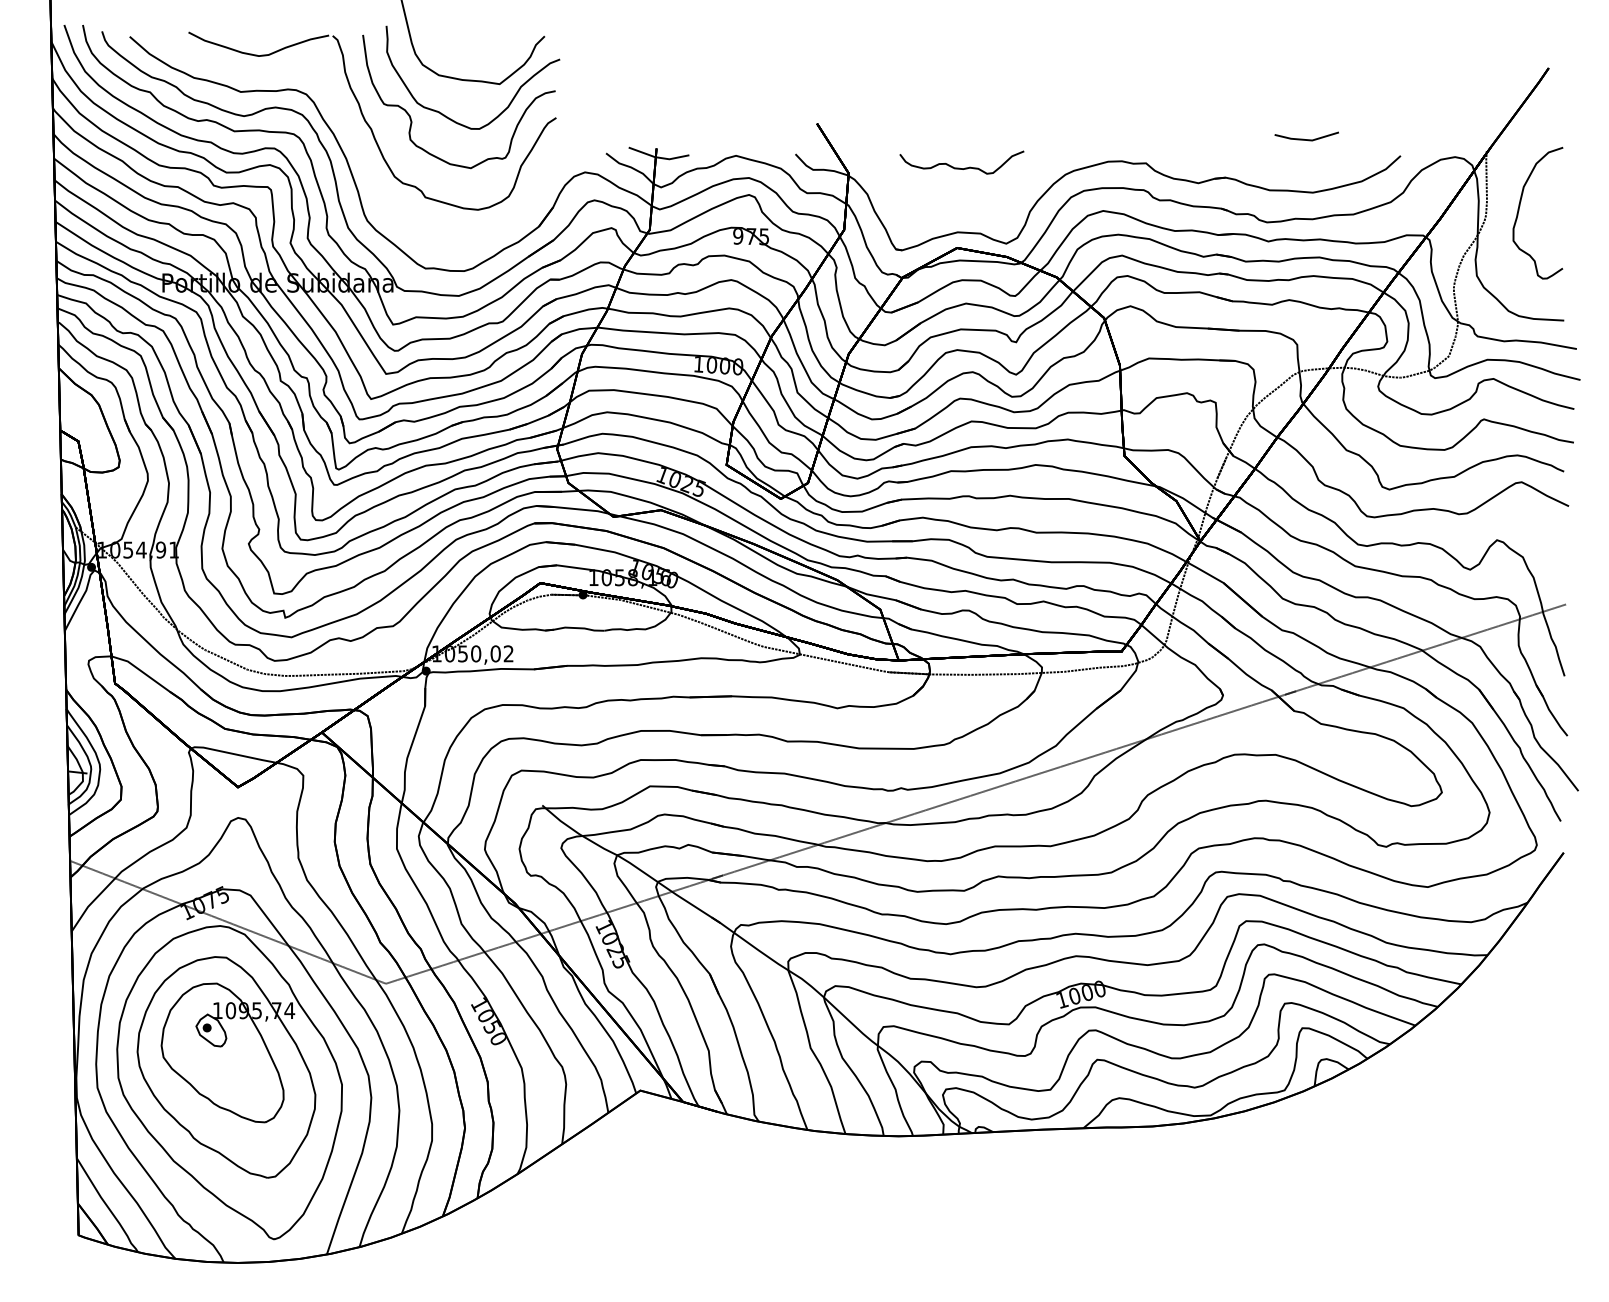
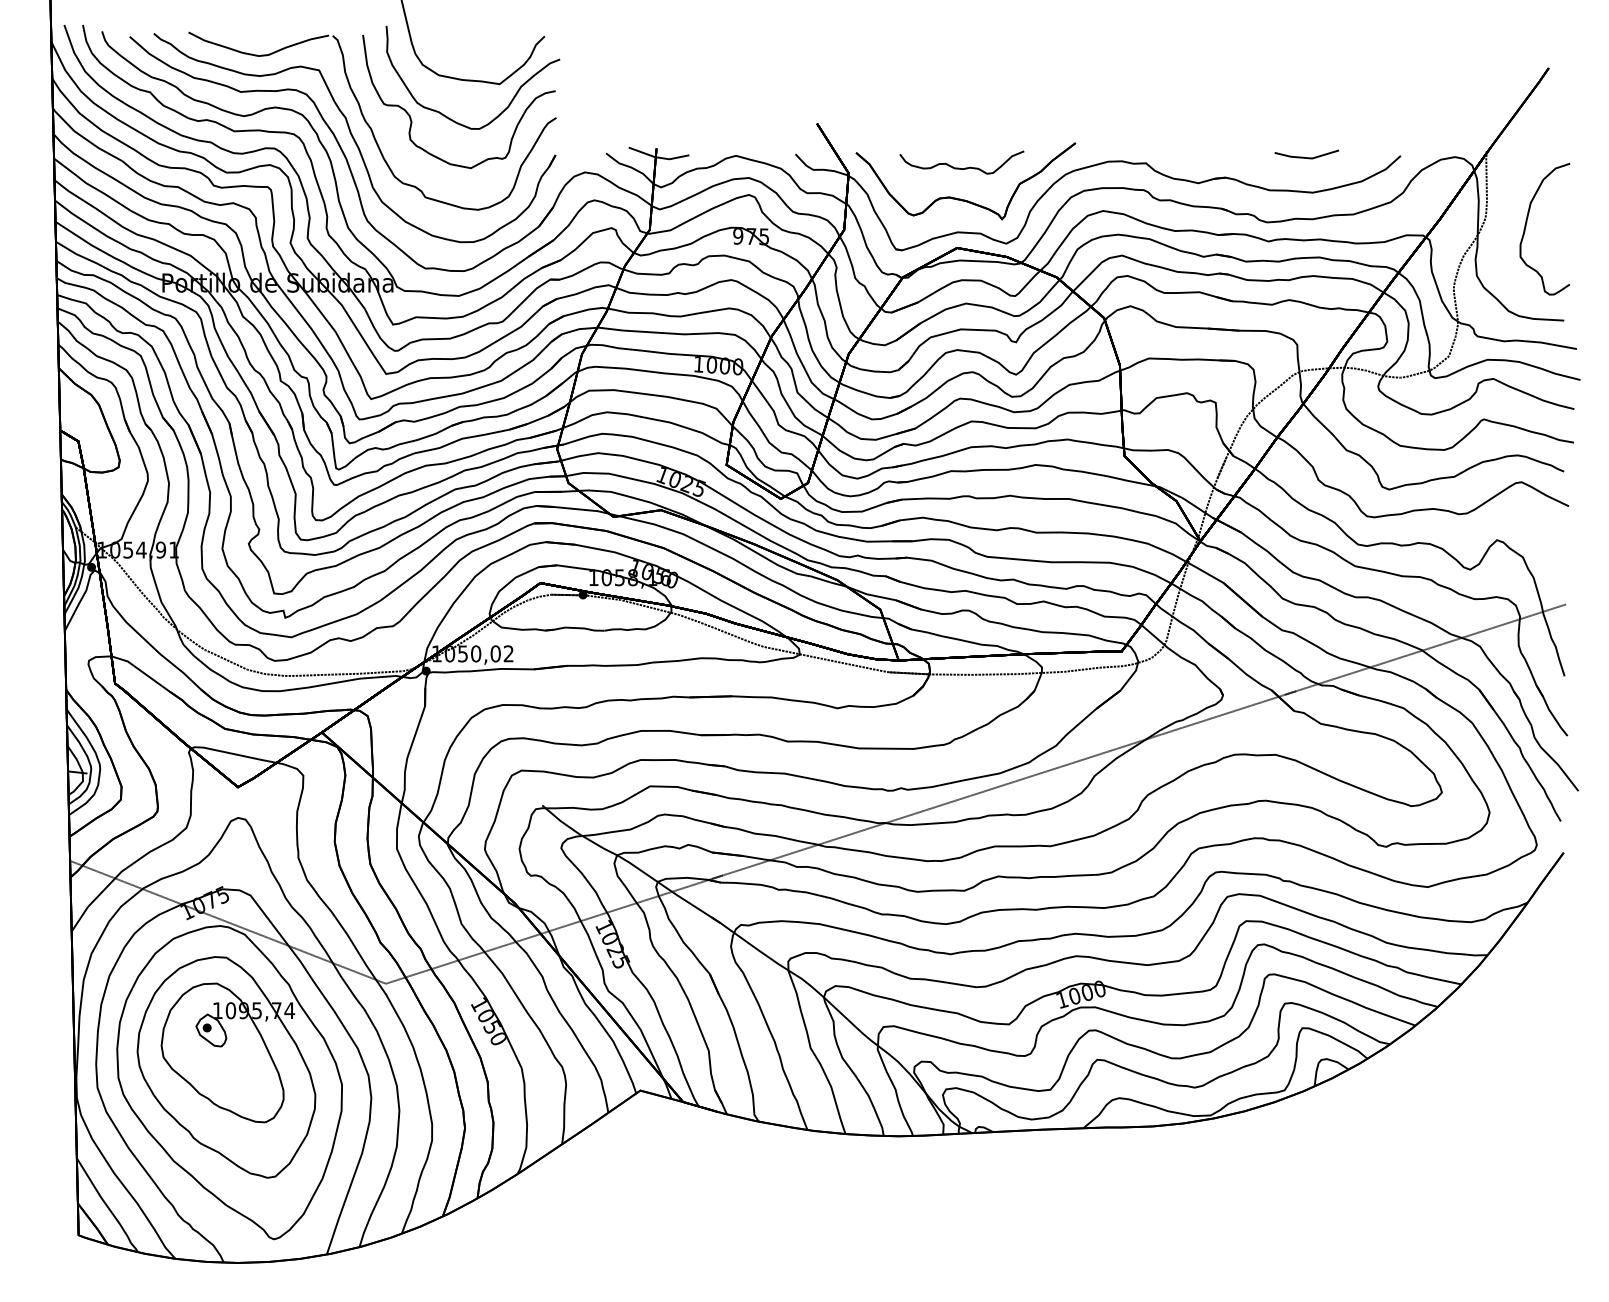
part at (354, 138): none -> present
line at (1306, 139) position: (1306, 139) -> (1306, 157)
part at (960, 198): none -> present
curve at (1520, 206) position: (1520, 206) -> (1527, 222)
